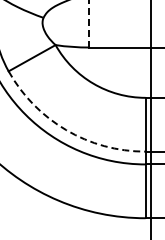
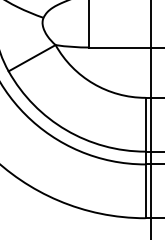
line at (89, 23): dashed -> solid
arc at (66, 130): dashed -> solid
